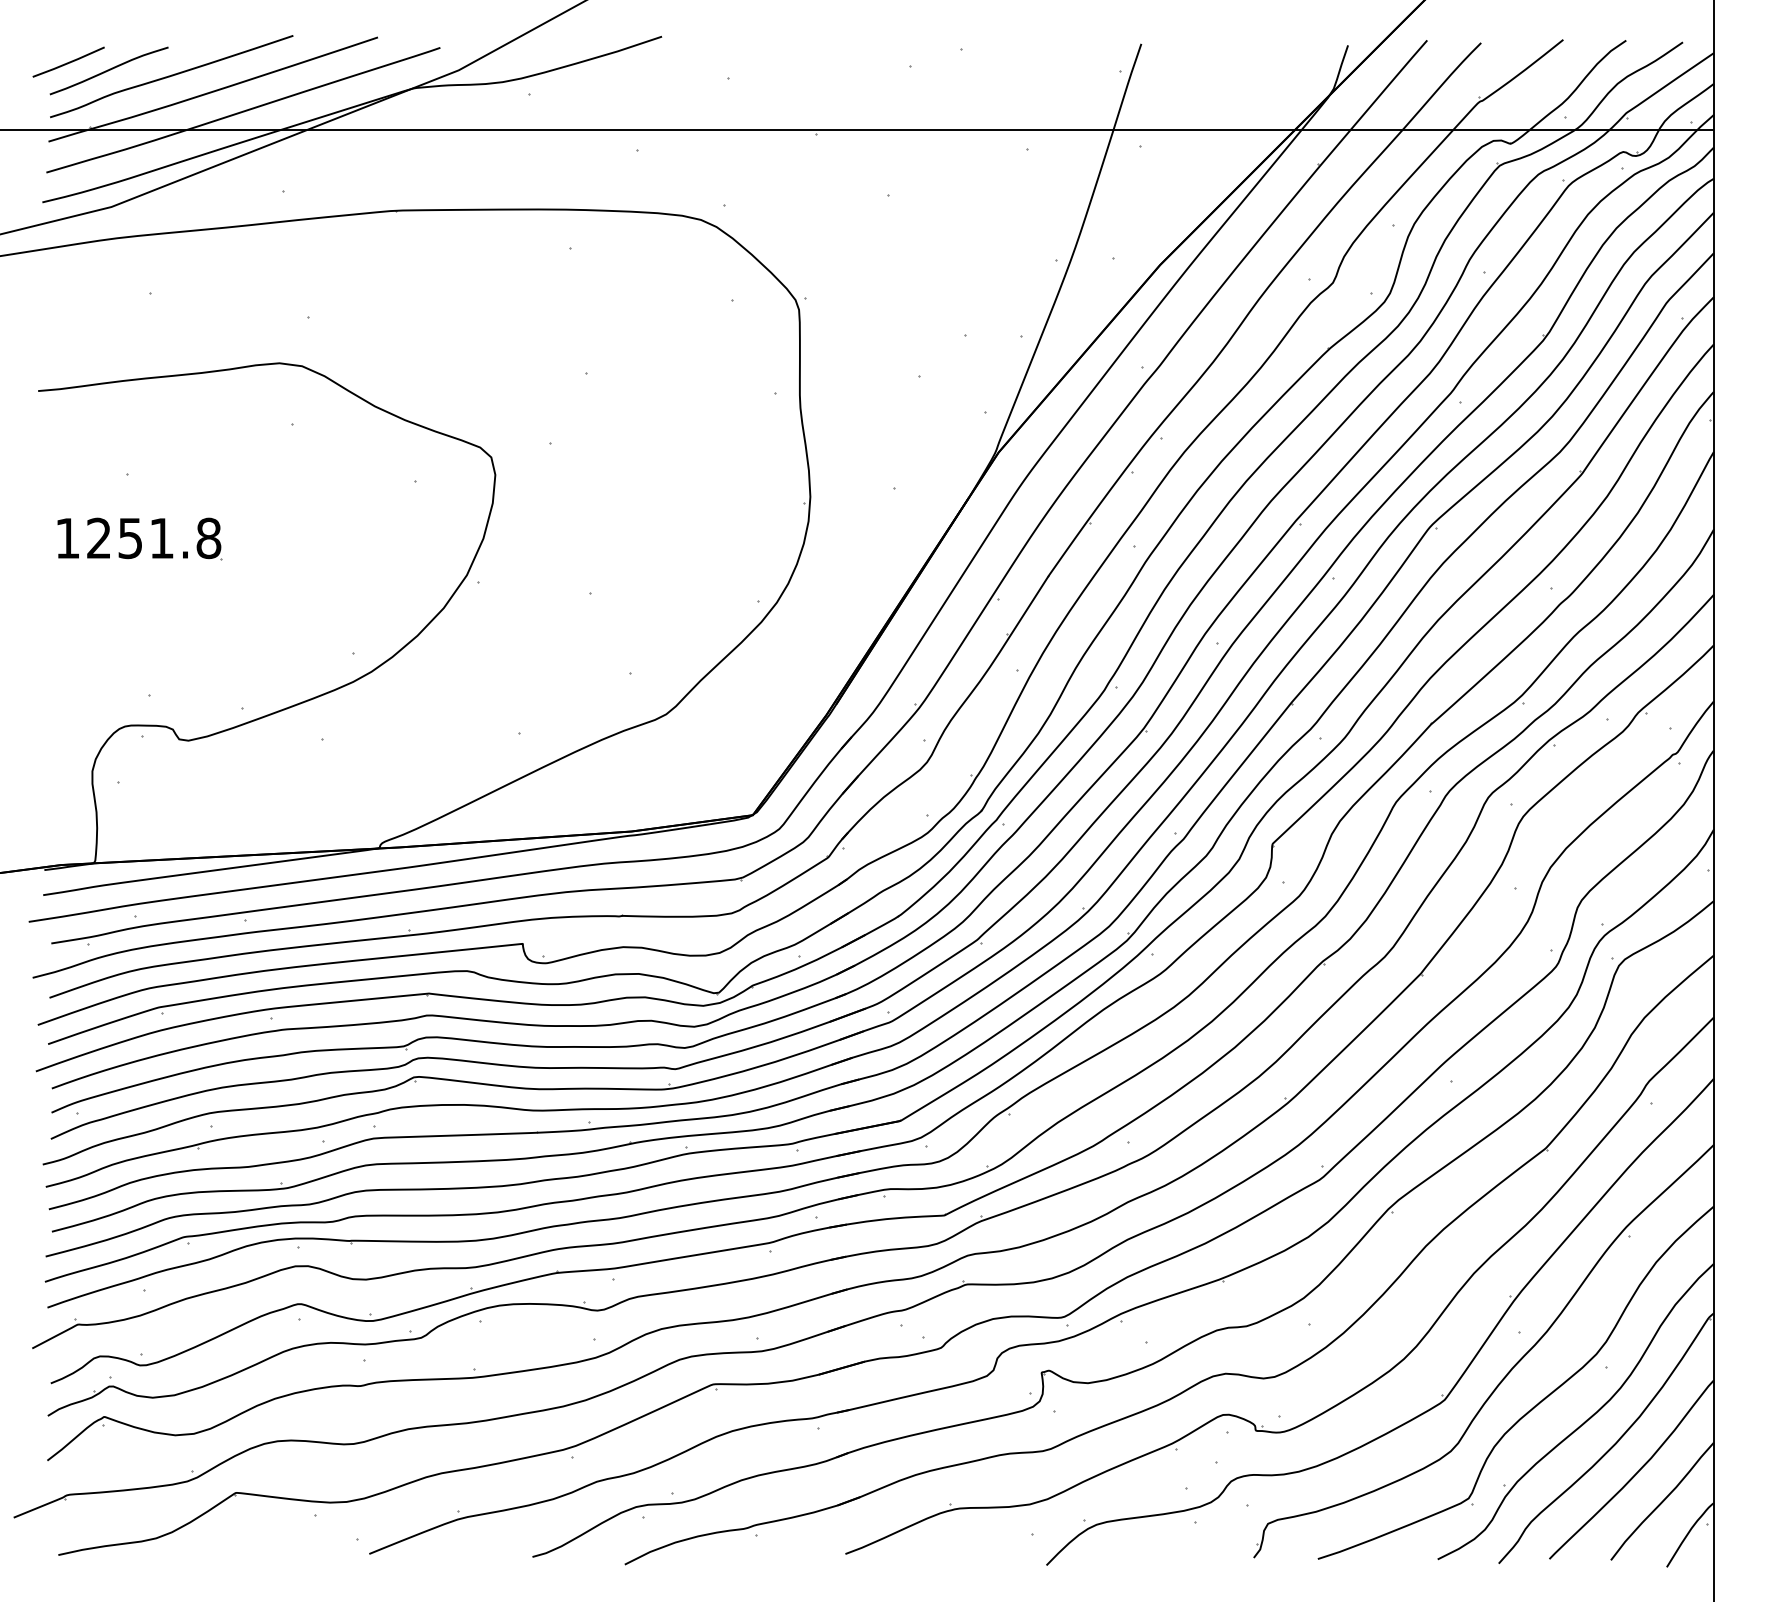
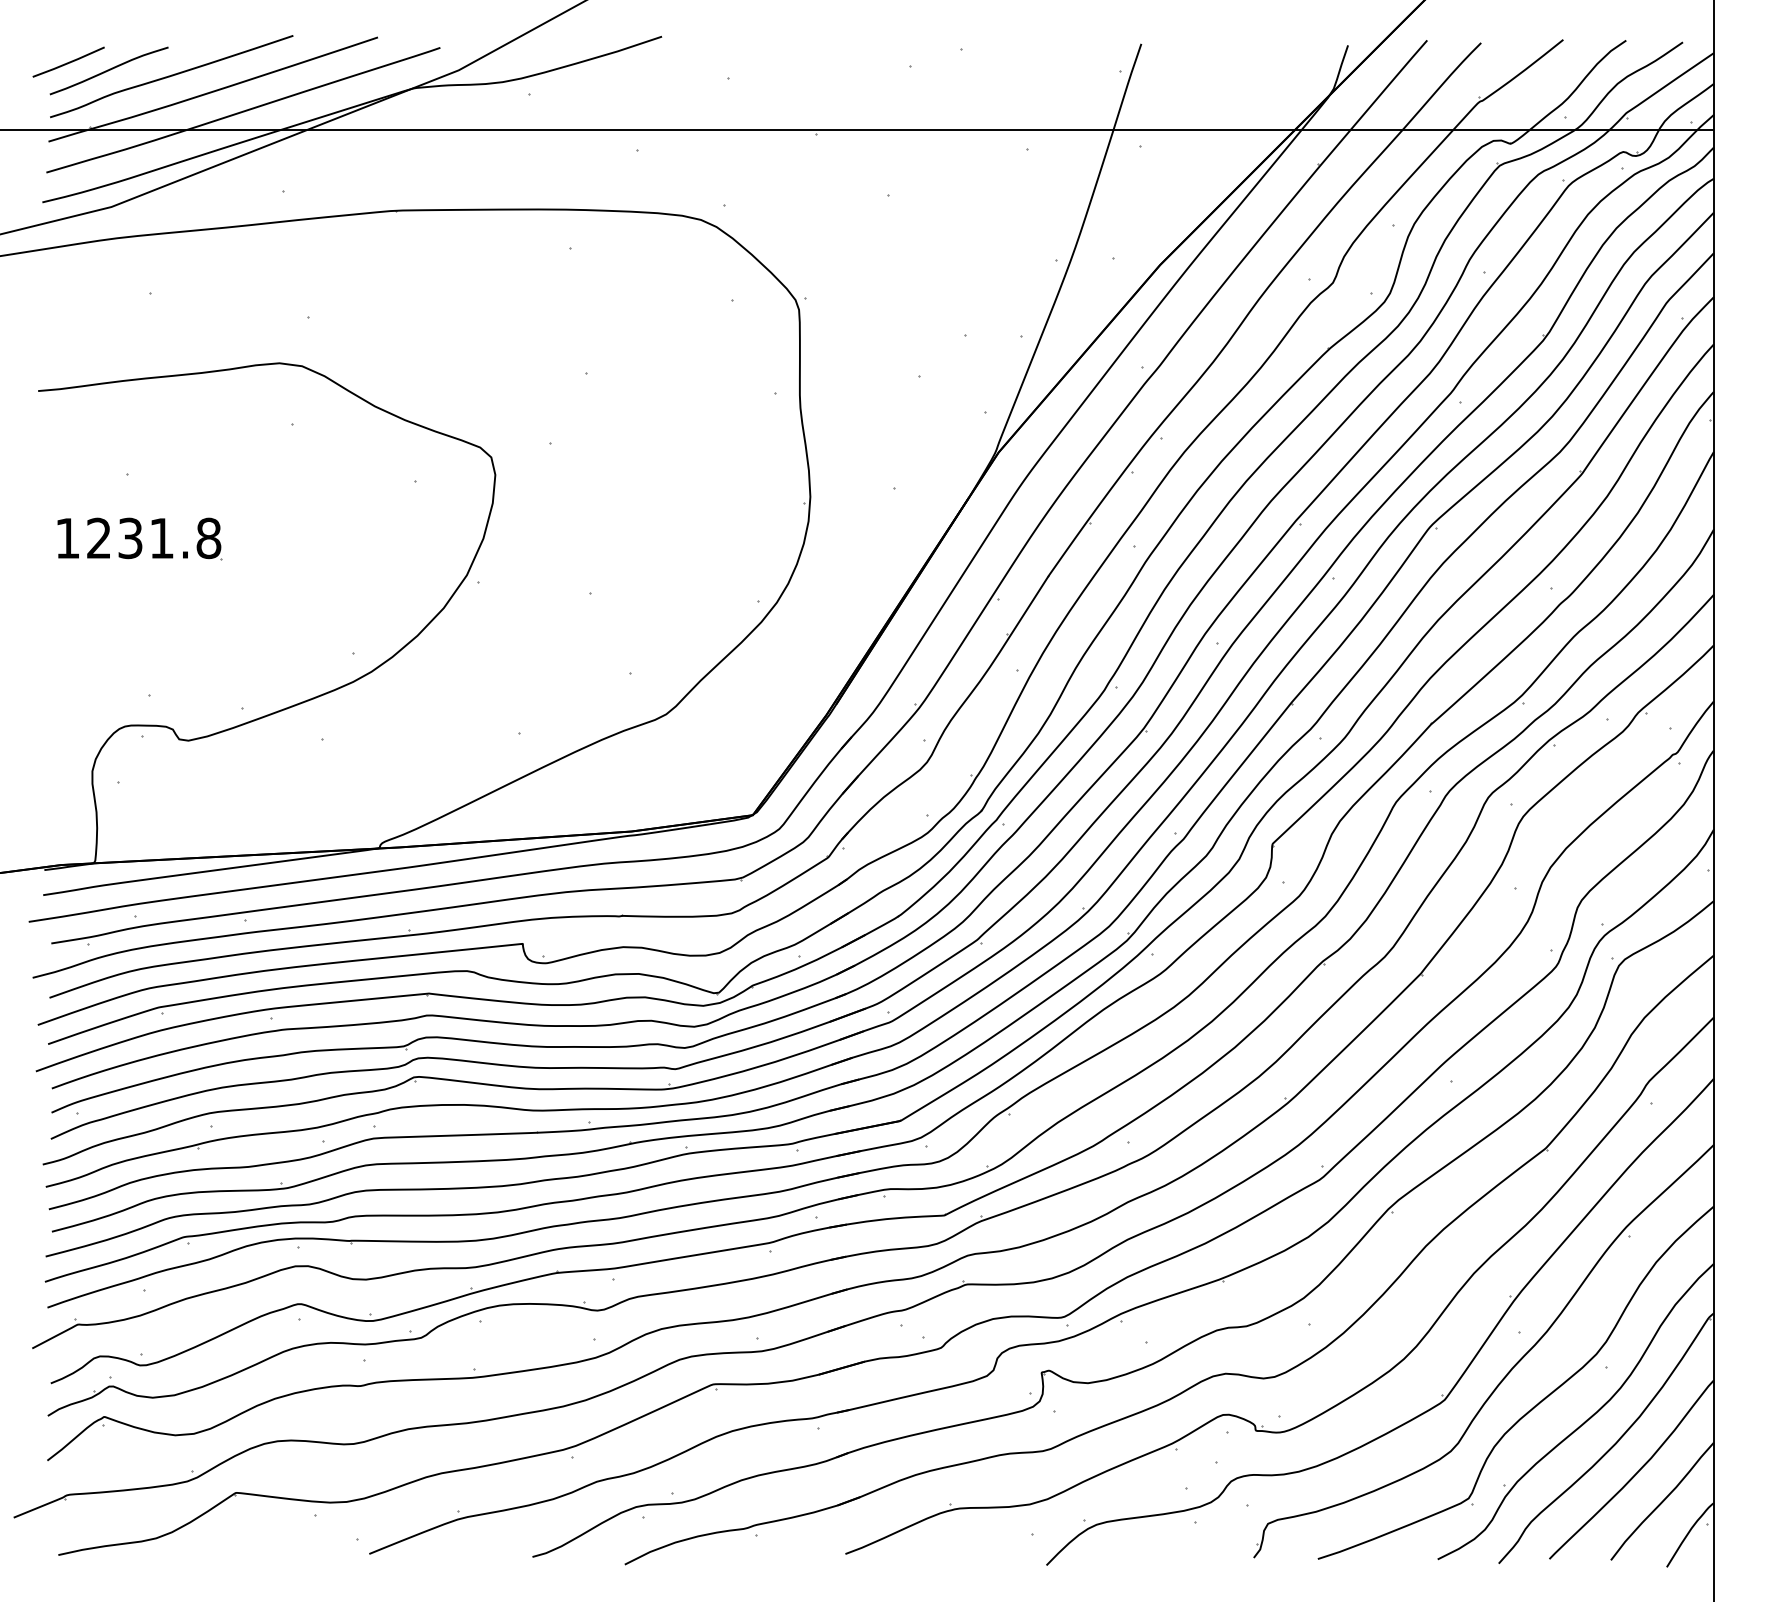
text at (130, 537): 1251.8 -> 1231.8
